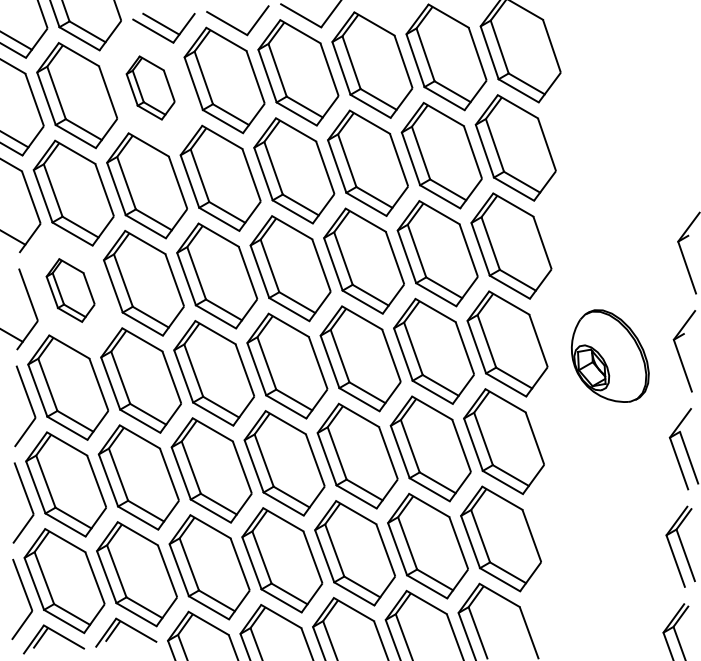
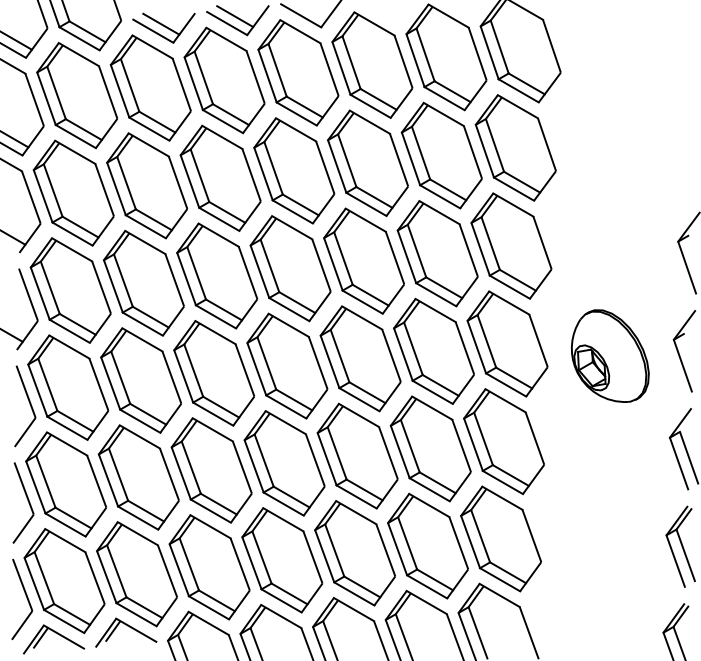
line at (235, 16): none -> present
part at (150, 87) size: 51x66 px -> 83x108 px
part at (70, 290) size: 51x65 px -> 83x107 px
